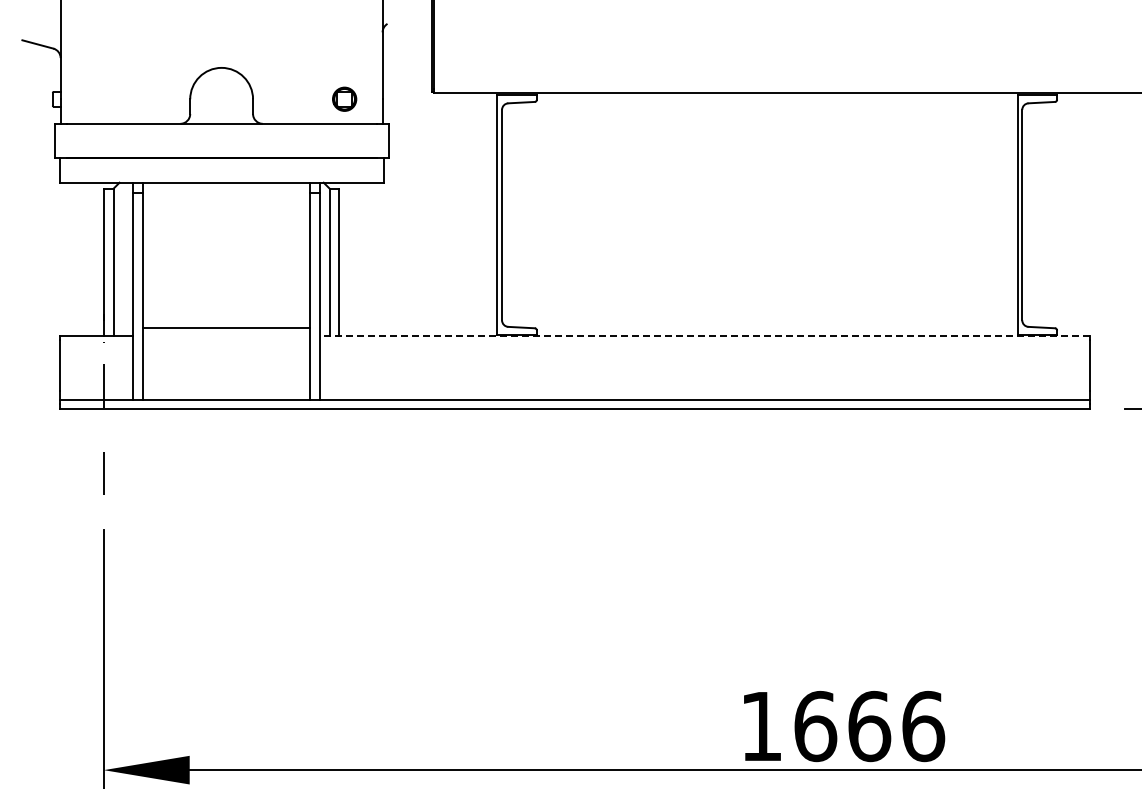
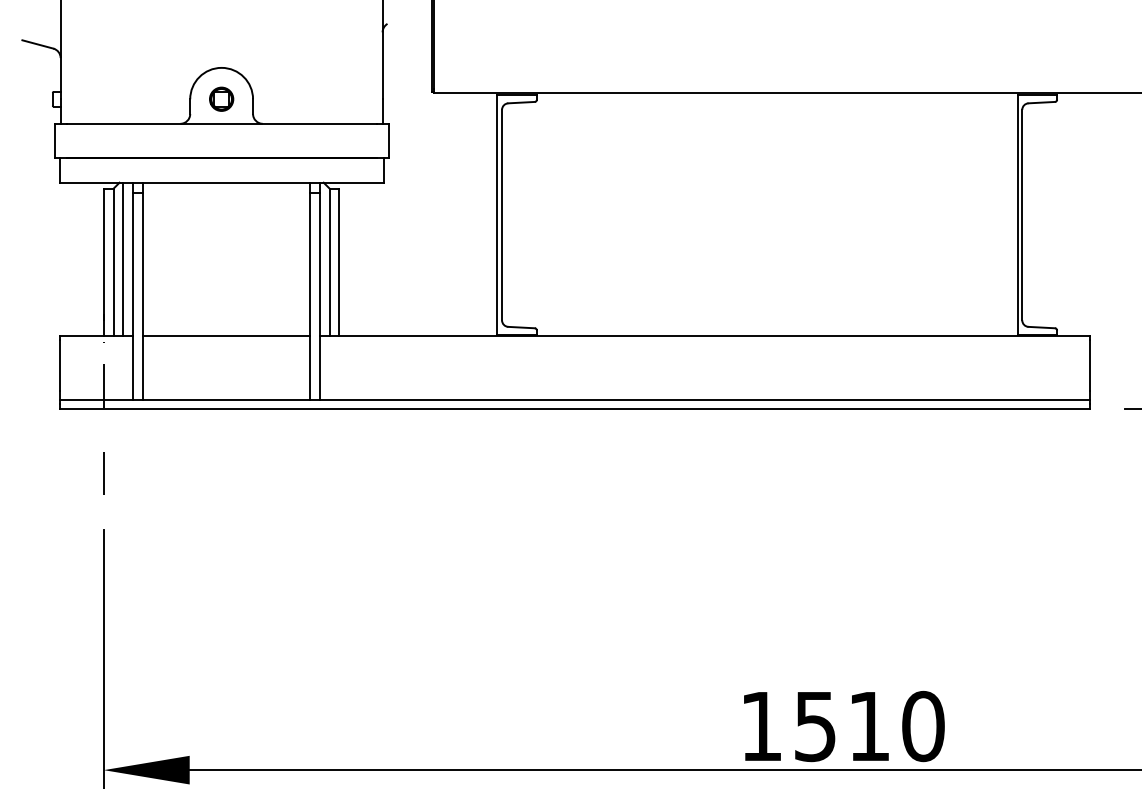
part at (344, 98) position: (344, 98) -> (221, 98)
line at (123, 258): none -> present
line at (226, 327) position: (226, 327) -> (226, 335)
line at (704, 335): dashed -> solid
text at (869, 726): 1666 -> 1510
